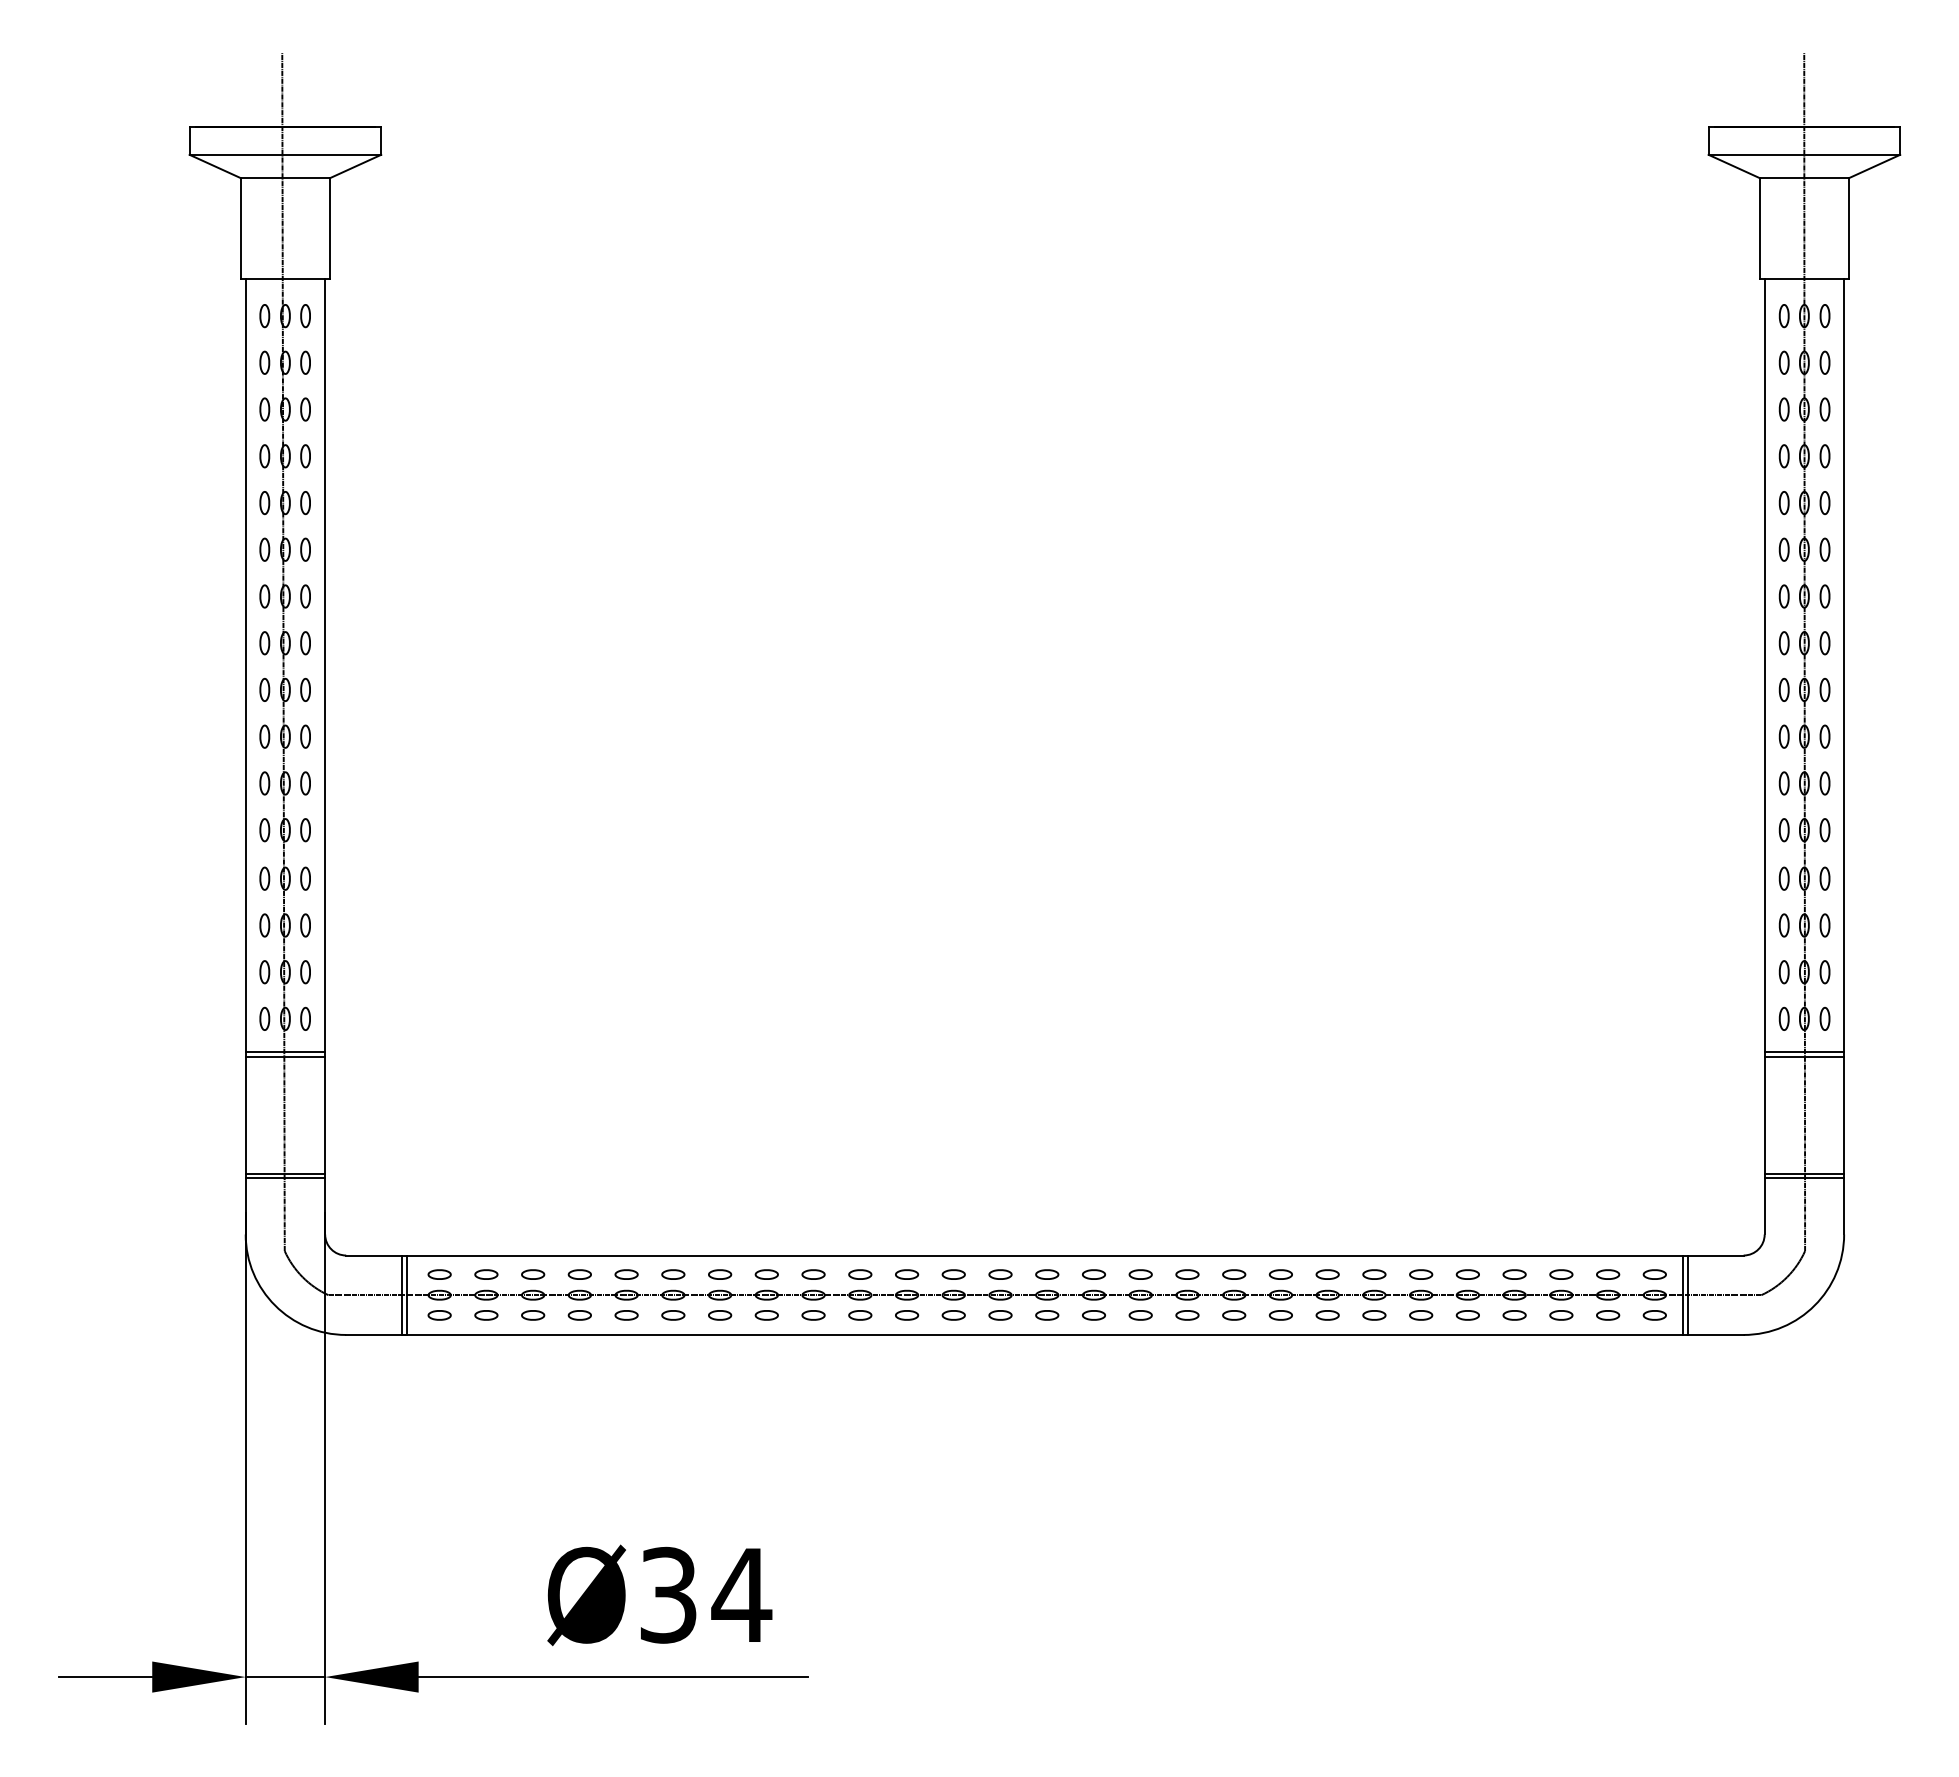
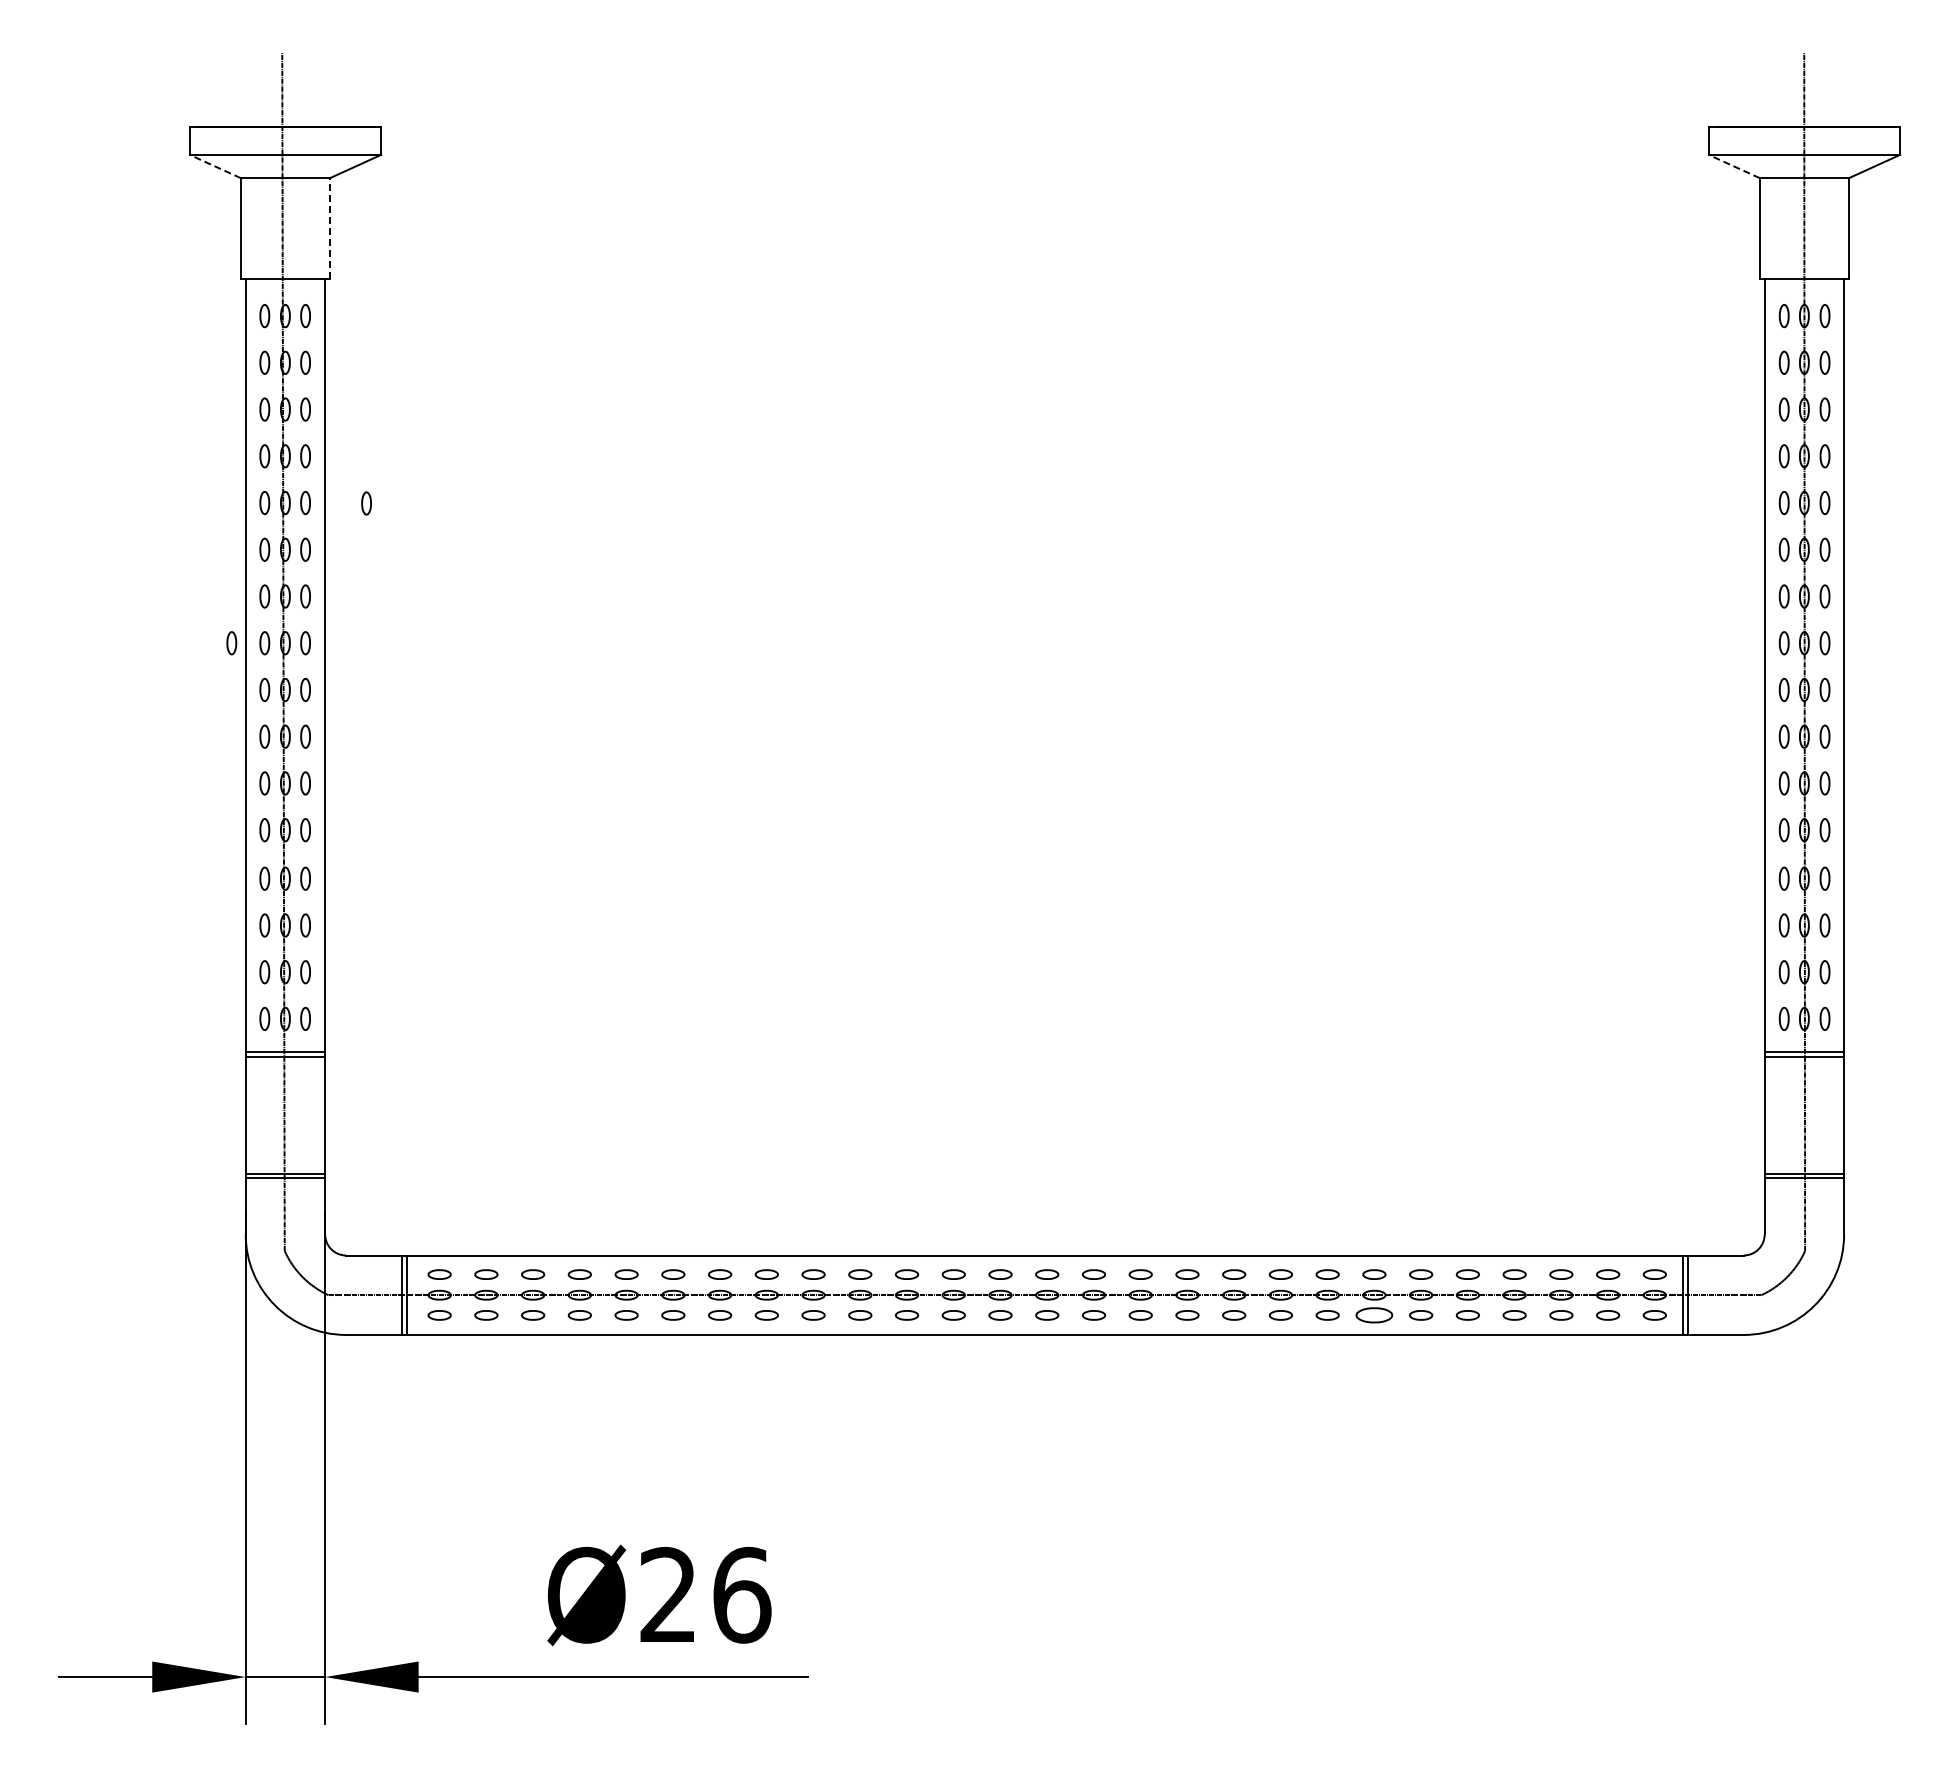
line at (214, 166): solid -> dashed
line at (1733, 166): solid -> dashed
line at (329, 227): solid -> dashed
part at (366, 503): none -> present
part at (231, 643): none -> present
part at (1374, 1315) size: 25x11 px -> 39x17 px
text at (706, 1594): Ø34 -> Ø26
